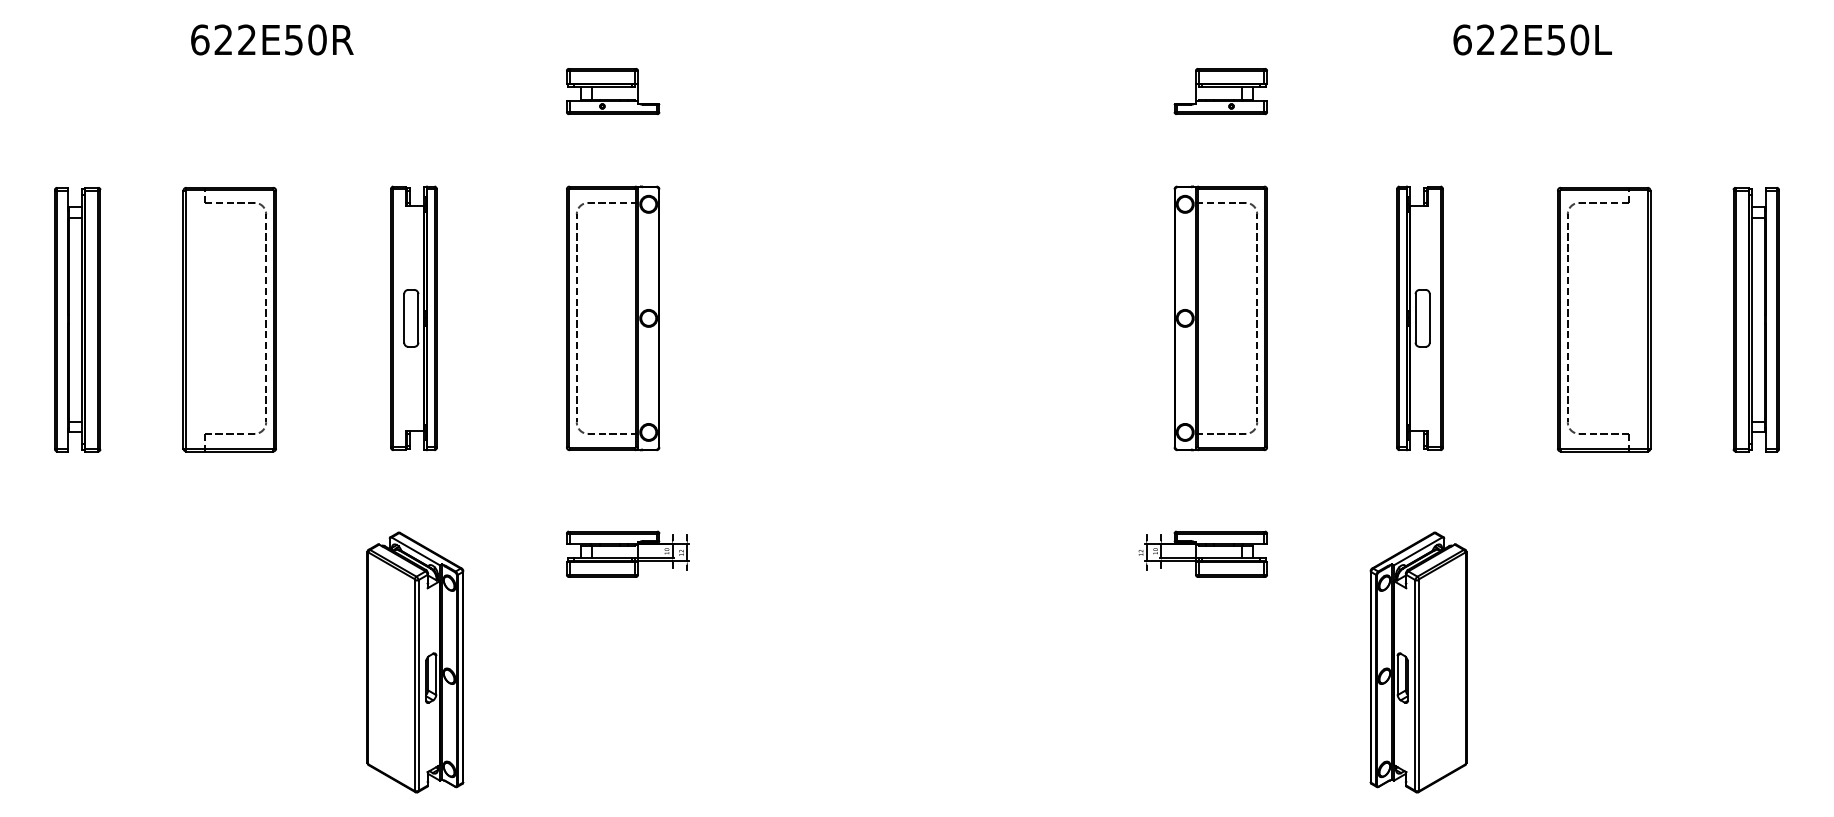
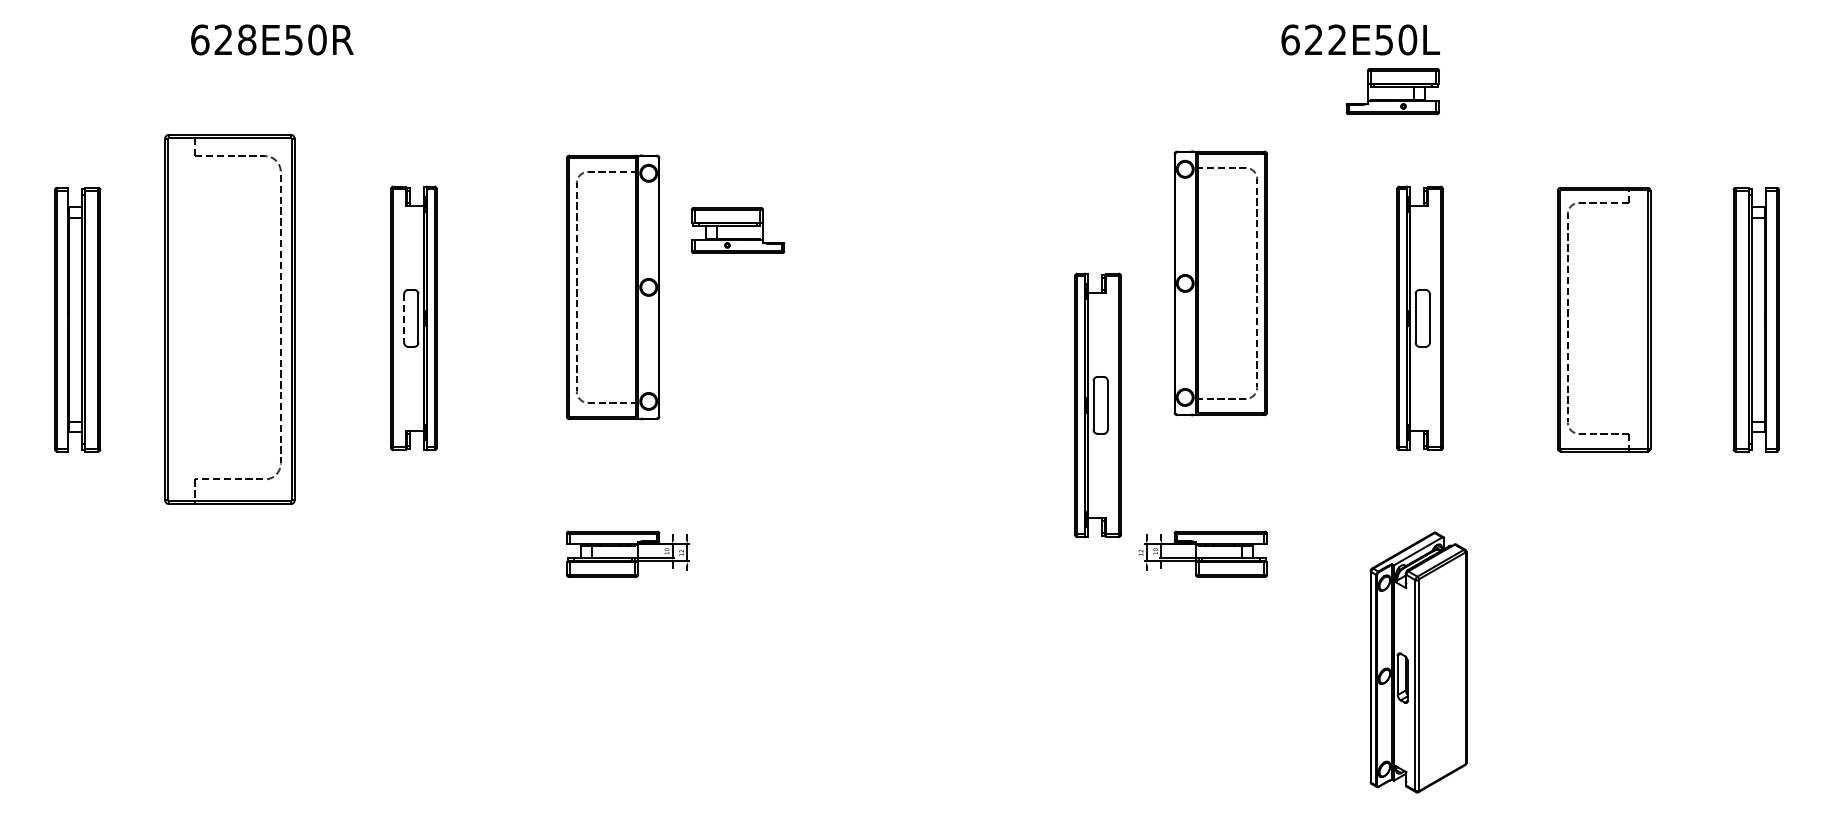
text at (247, 39): 622E50R -> 628E50R
text at (1532, 39) position: (1532, 39) -> (1360, 39)
part at (613, 91) position: (613, 91) -> (738, 230)
part at (1220, 91) position: (1220, 91) -> (1392, 91)
line at (404, 318): solid -> dashed
part at (613, 318) position: (613, 318) -> (613, 287)
part at (1220, 318) position: (1220, 318) -> (1220, 283)
part at (229, 319) size: 95x266 px -> 132x371 px
part at (1097, 405): none -> present
part at (415, 662): present -> none
